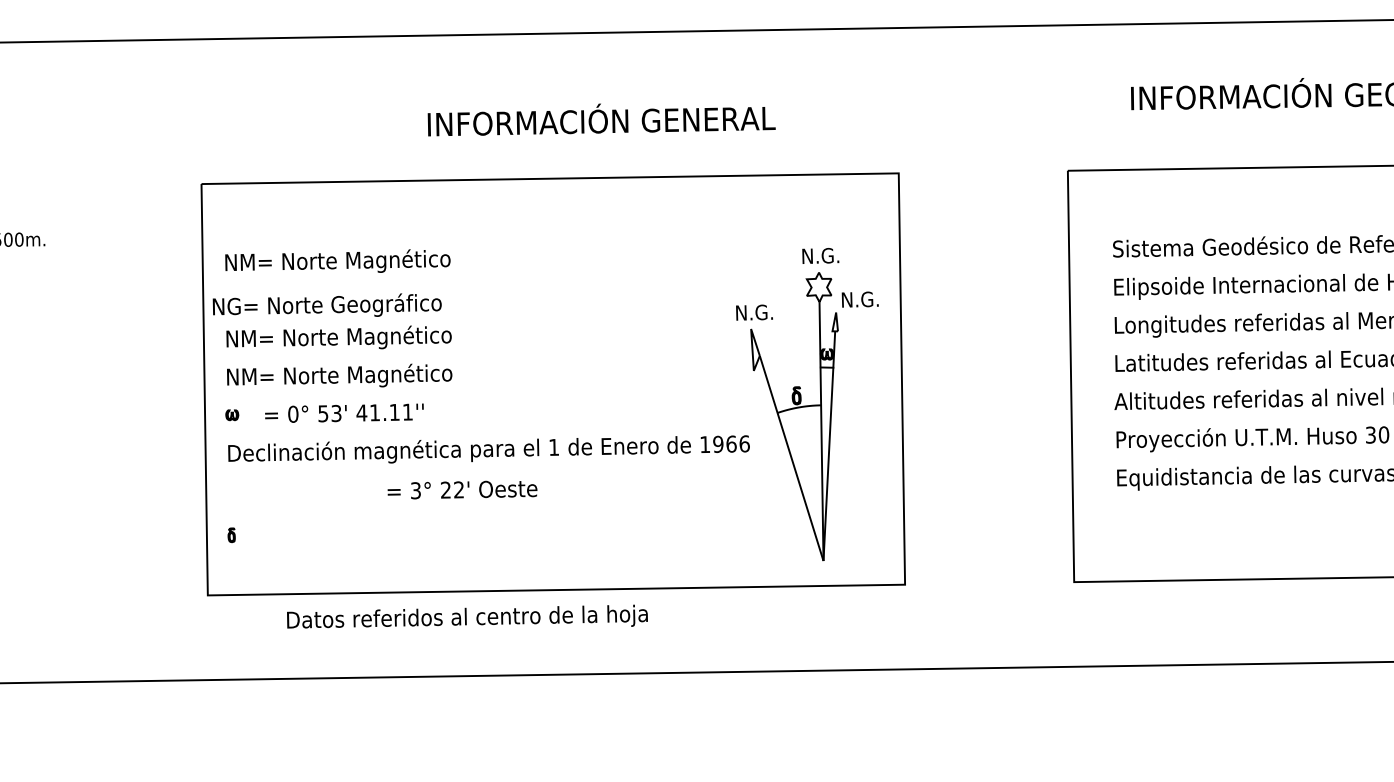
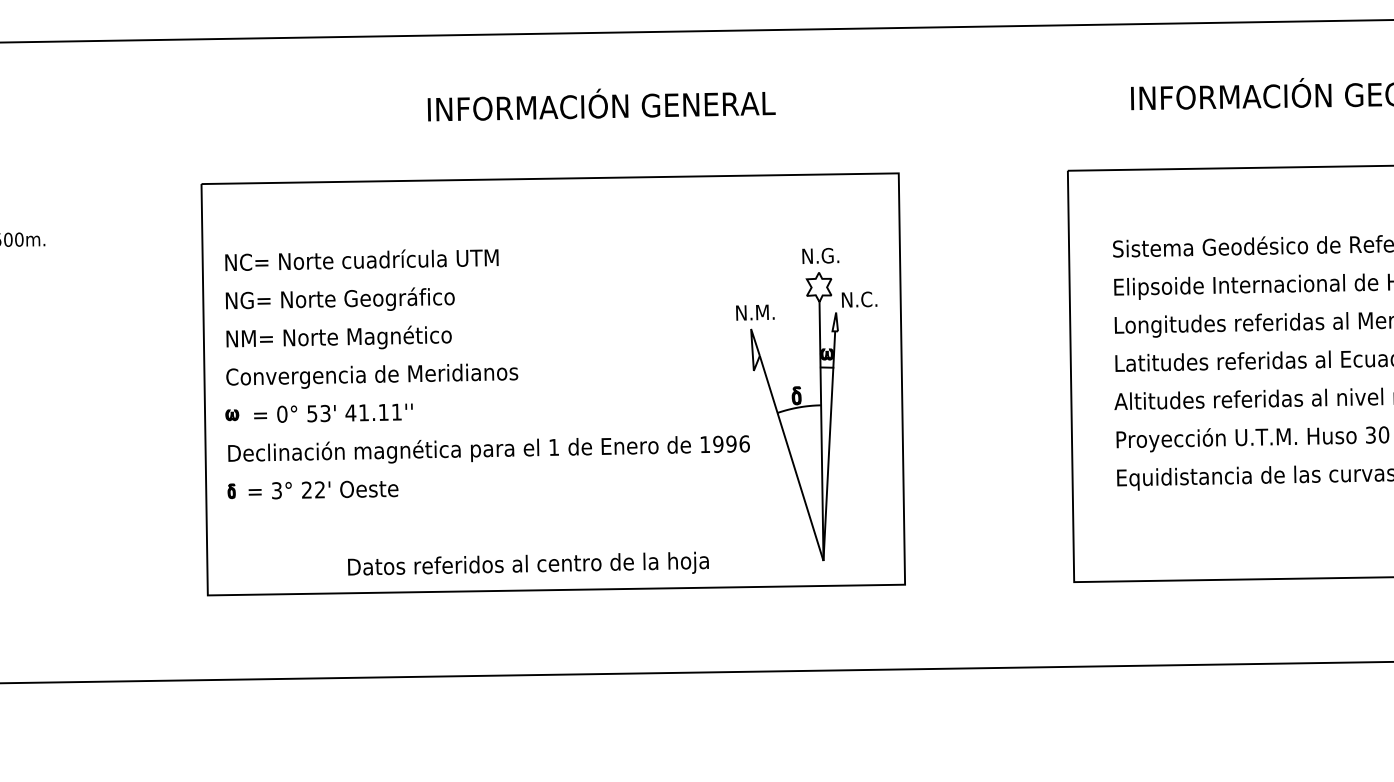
text at (601, 119) position: (601, 119) -> (601, 104)
text at (369, 260): NM= Norte Magnético -> NC= Norte cuadrícula UTM
text at (873, 299): N.G. -> N.C.
text at (326, 304) position: (326, 304) -> (339, 298)
text at (764, 312): N.G. -> N.M.
text at (372, 375): NM= Norte Magnético -> Convergencia de Meridianos
text at (344, 412) position: (344, 412) -> (333, 412)
text at (731, 443): 1966 -> 1996
text at (462, 489) position: (462, 489) -> (323, 489)
part at (231, 535) position: (231, 535) -> (231, 491)
text at (467, 616) position: (467, 616) -> (528, 563)
